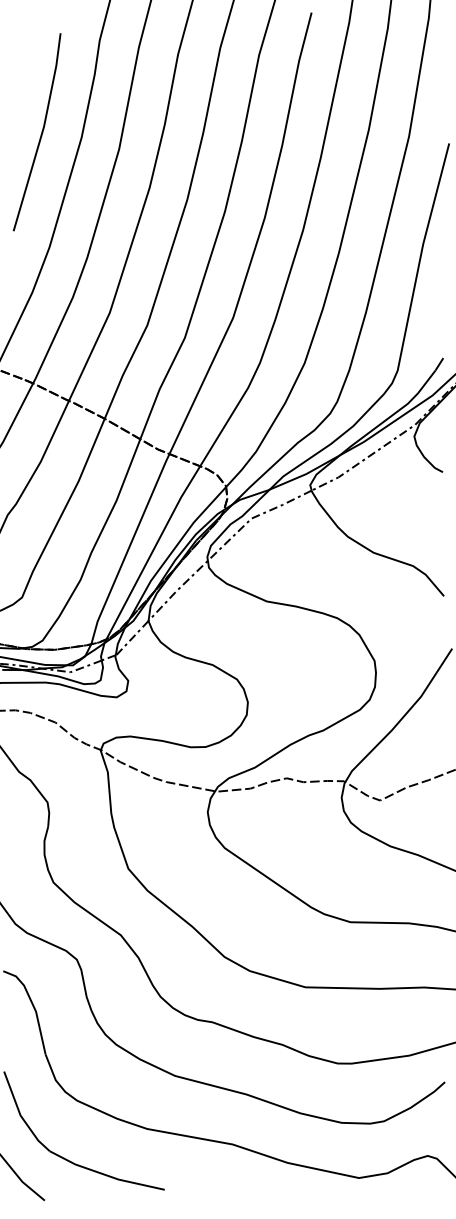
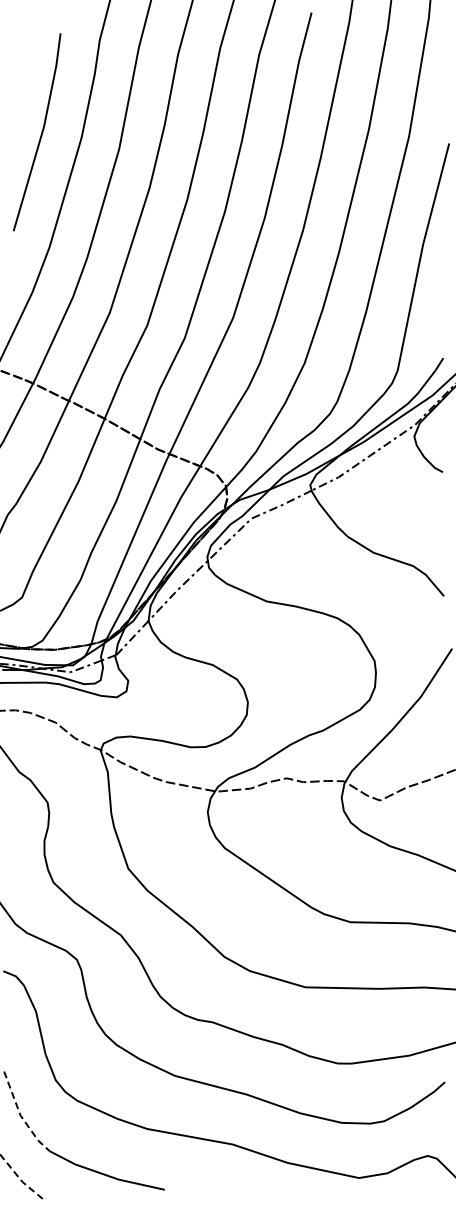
line at (20, 1115): solid -> dashed
line at (21, 1180): solid -> dashed
